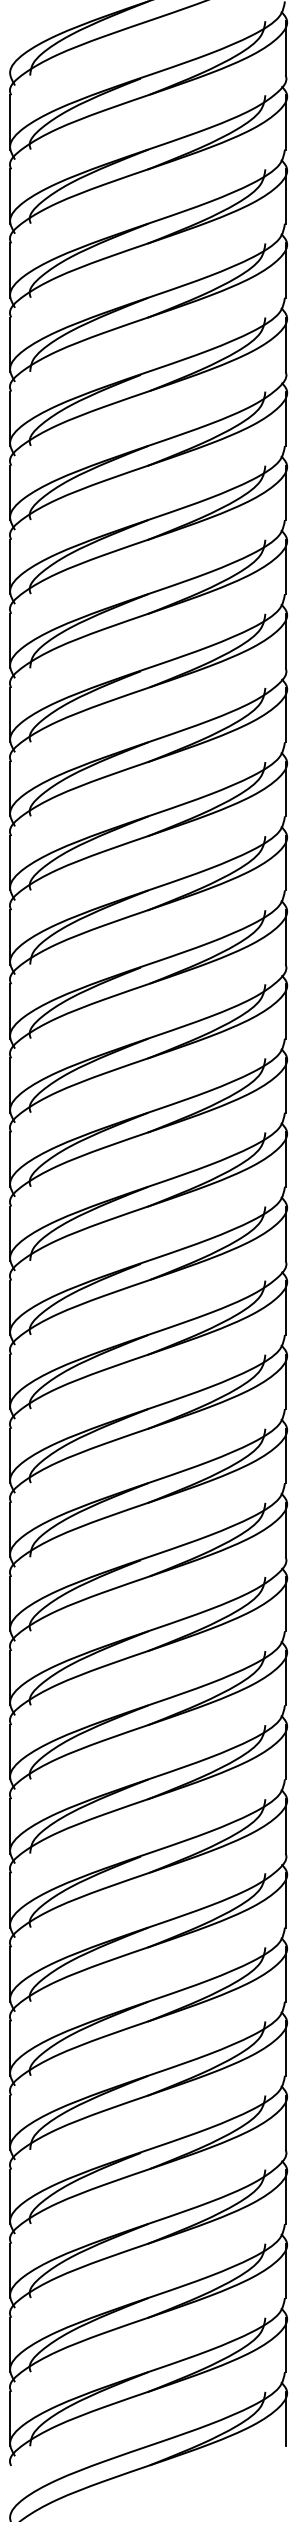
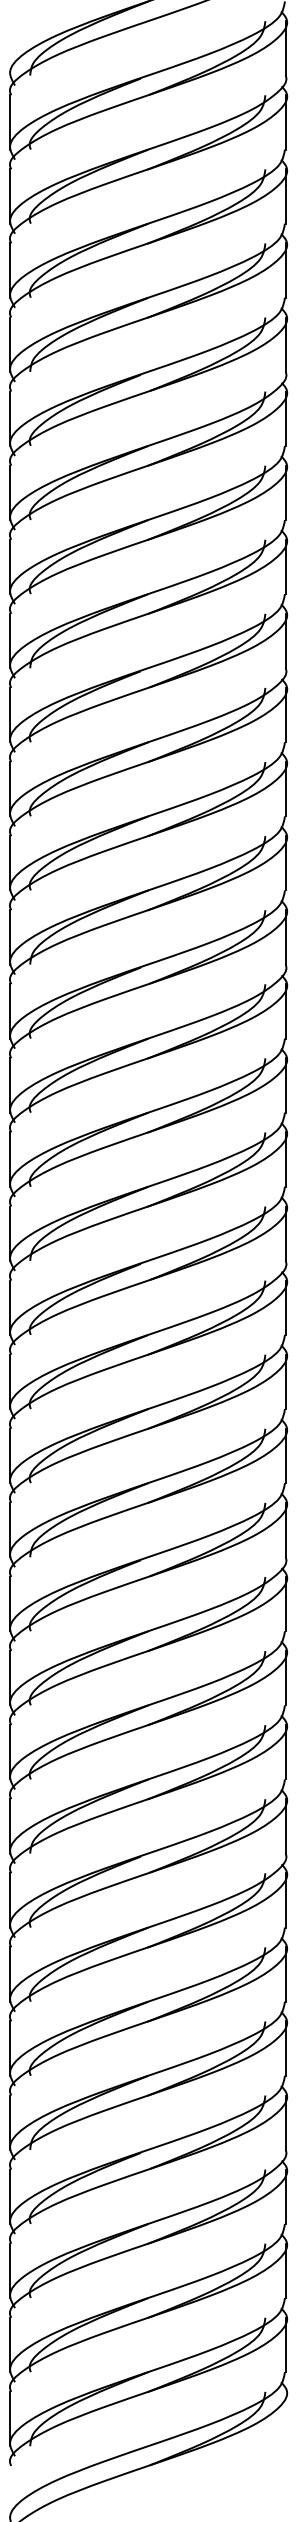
line at (286, 2418): present -> none
